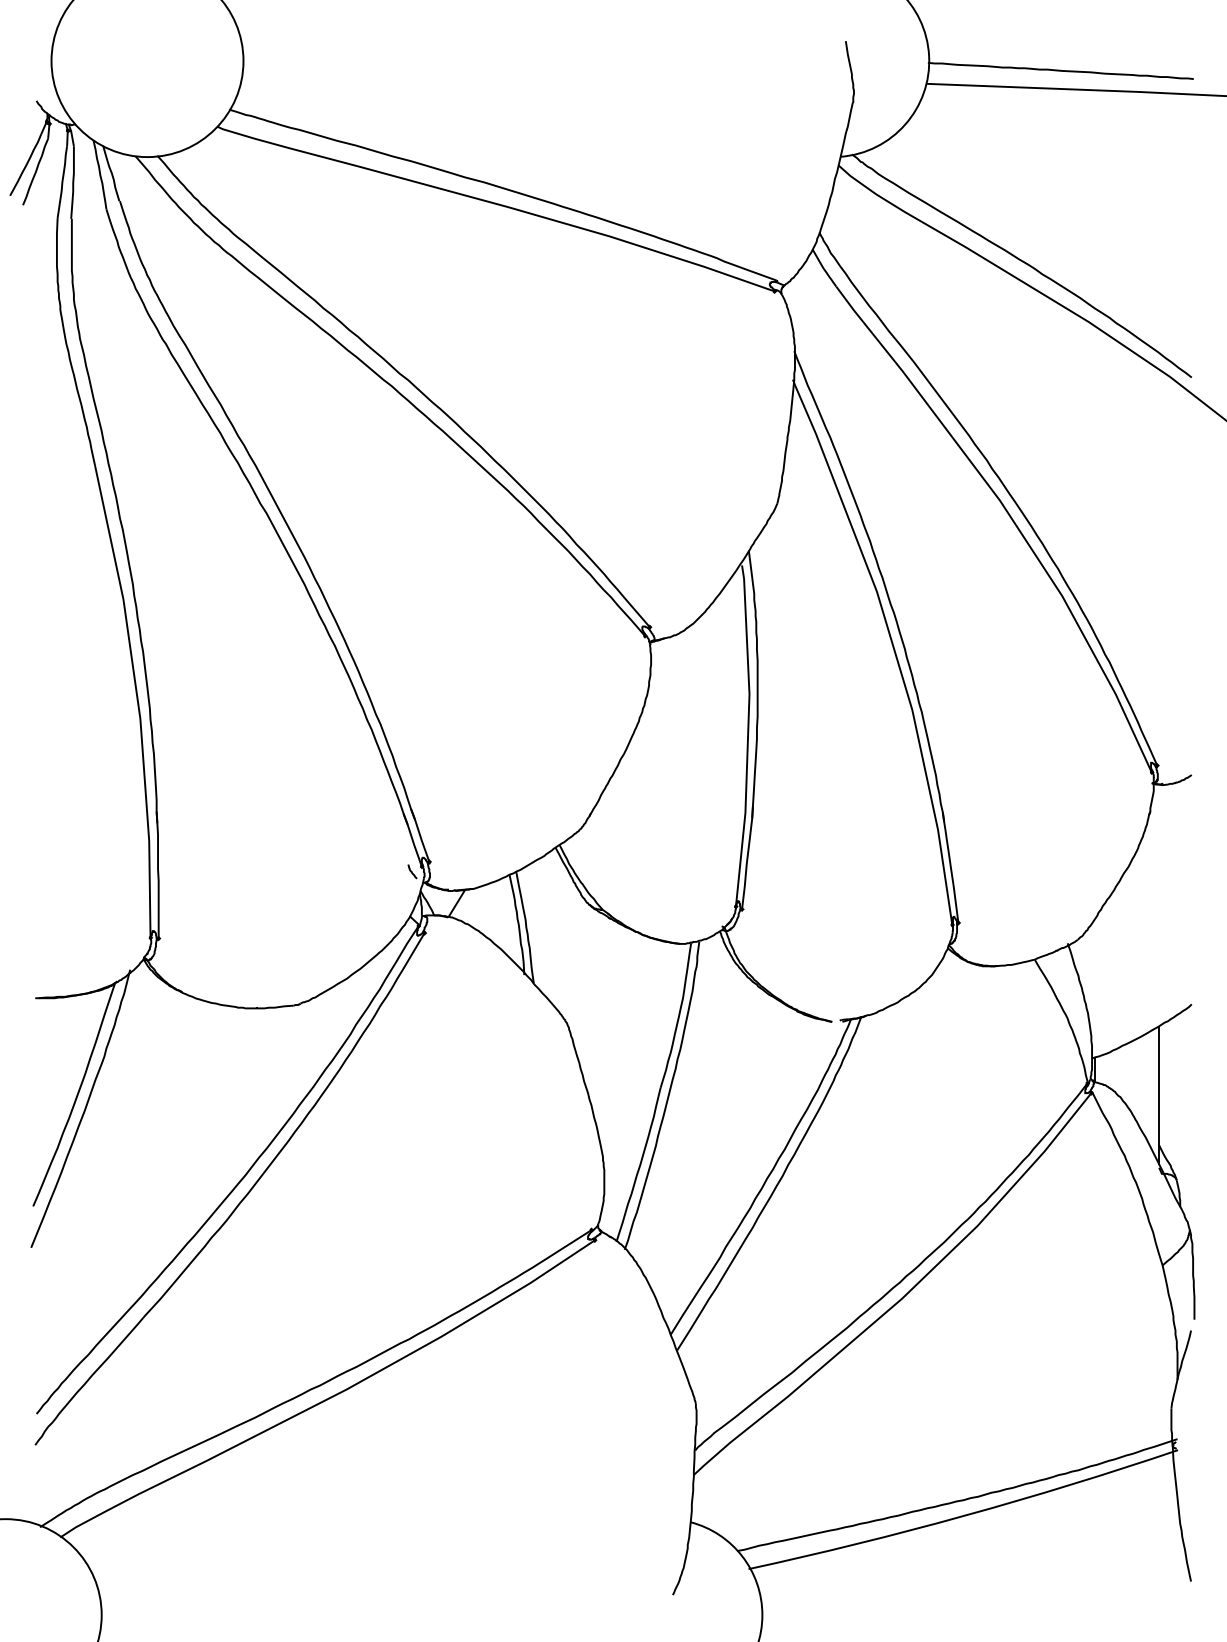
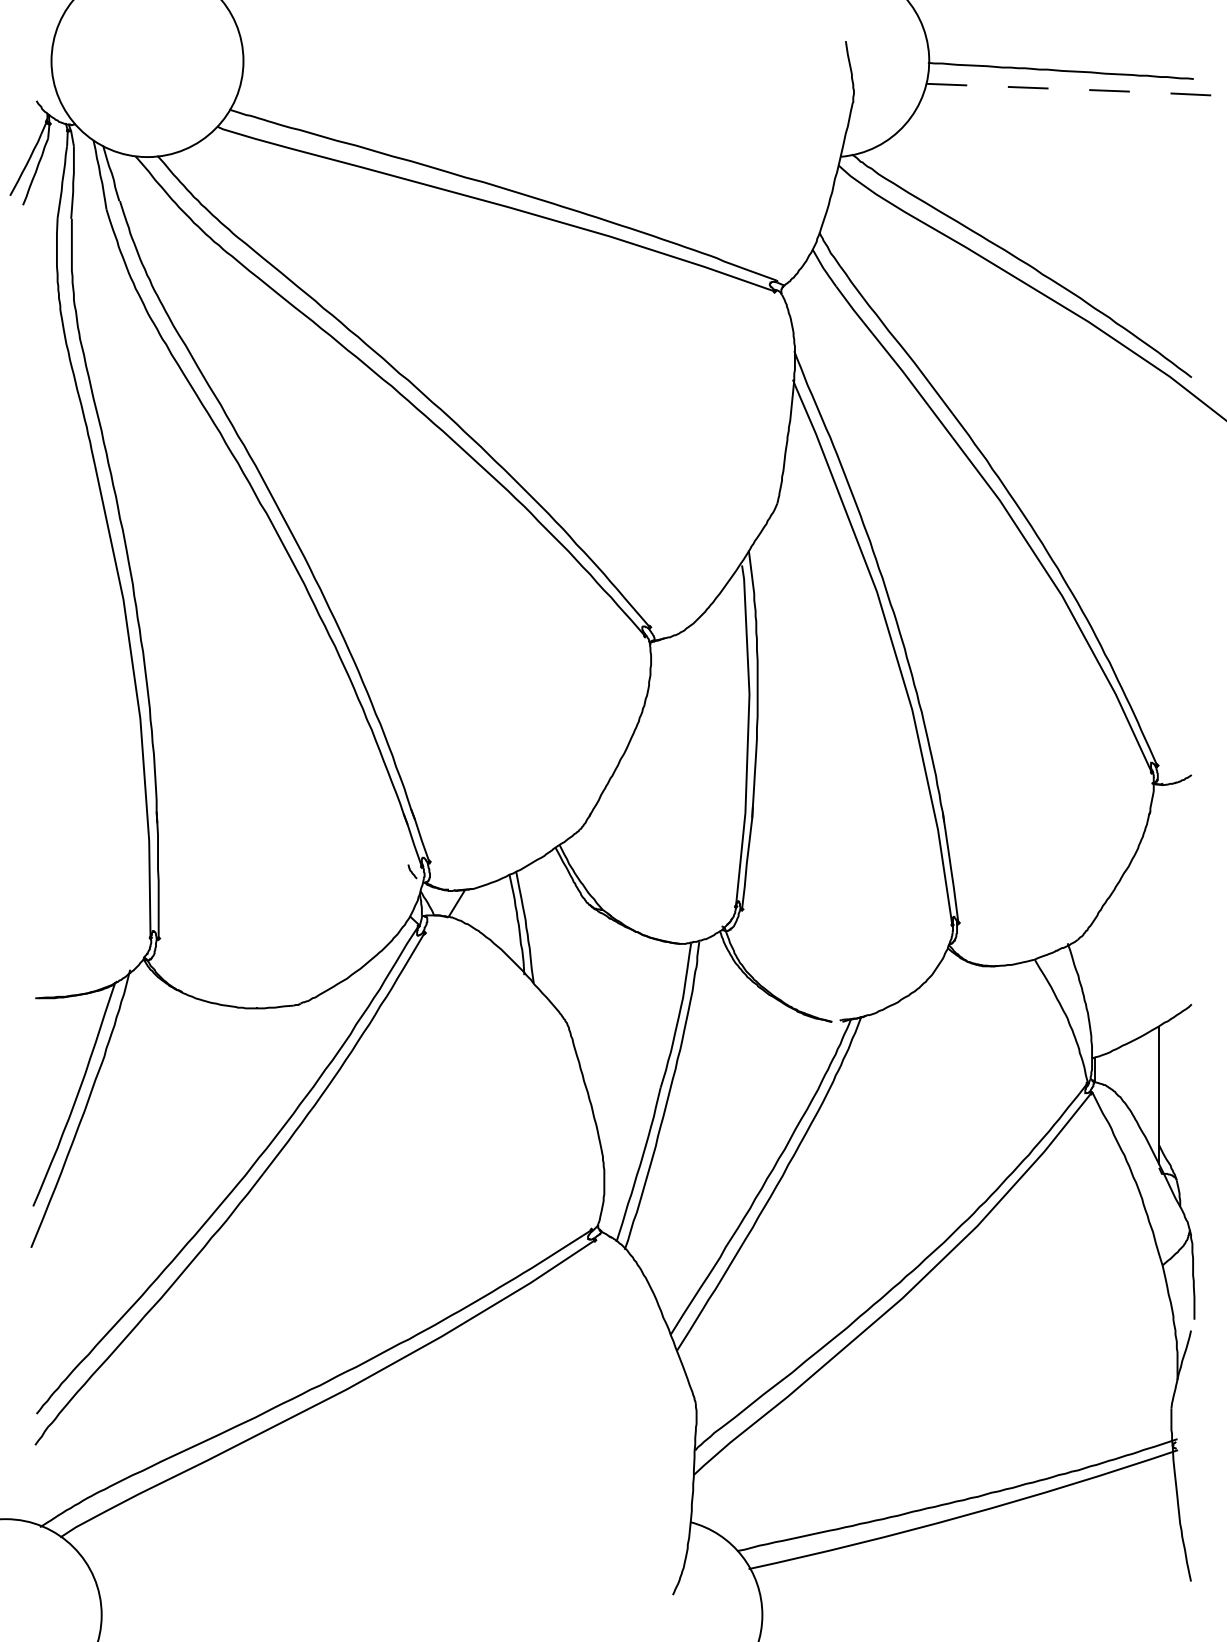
line at (1076, 89): solid -> dashed
